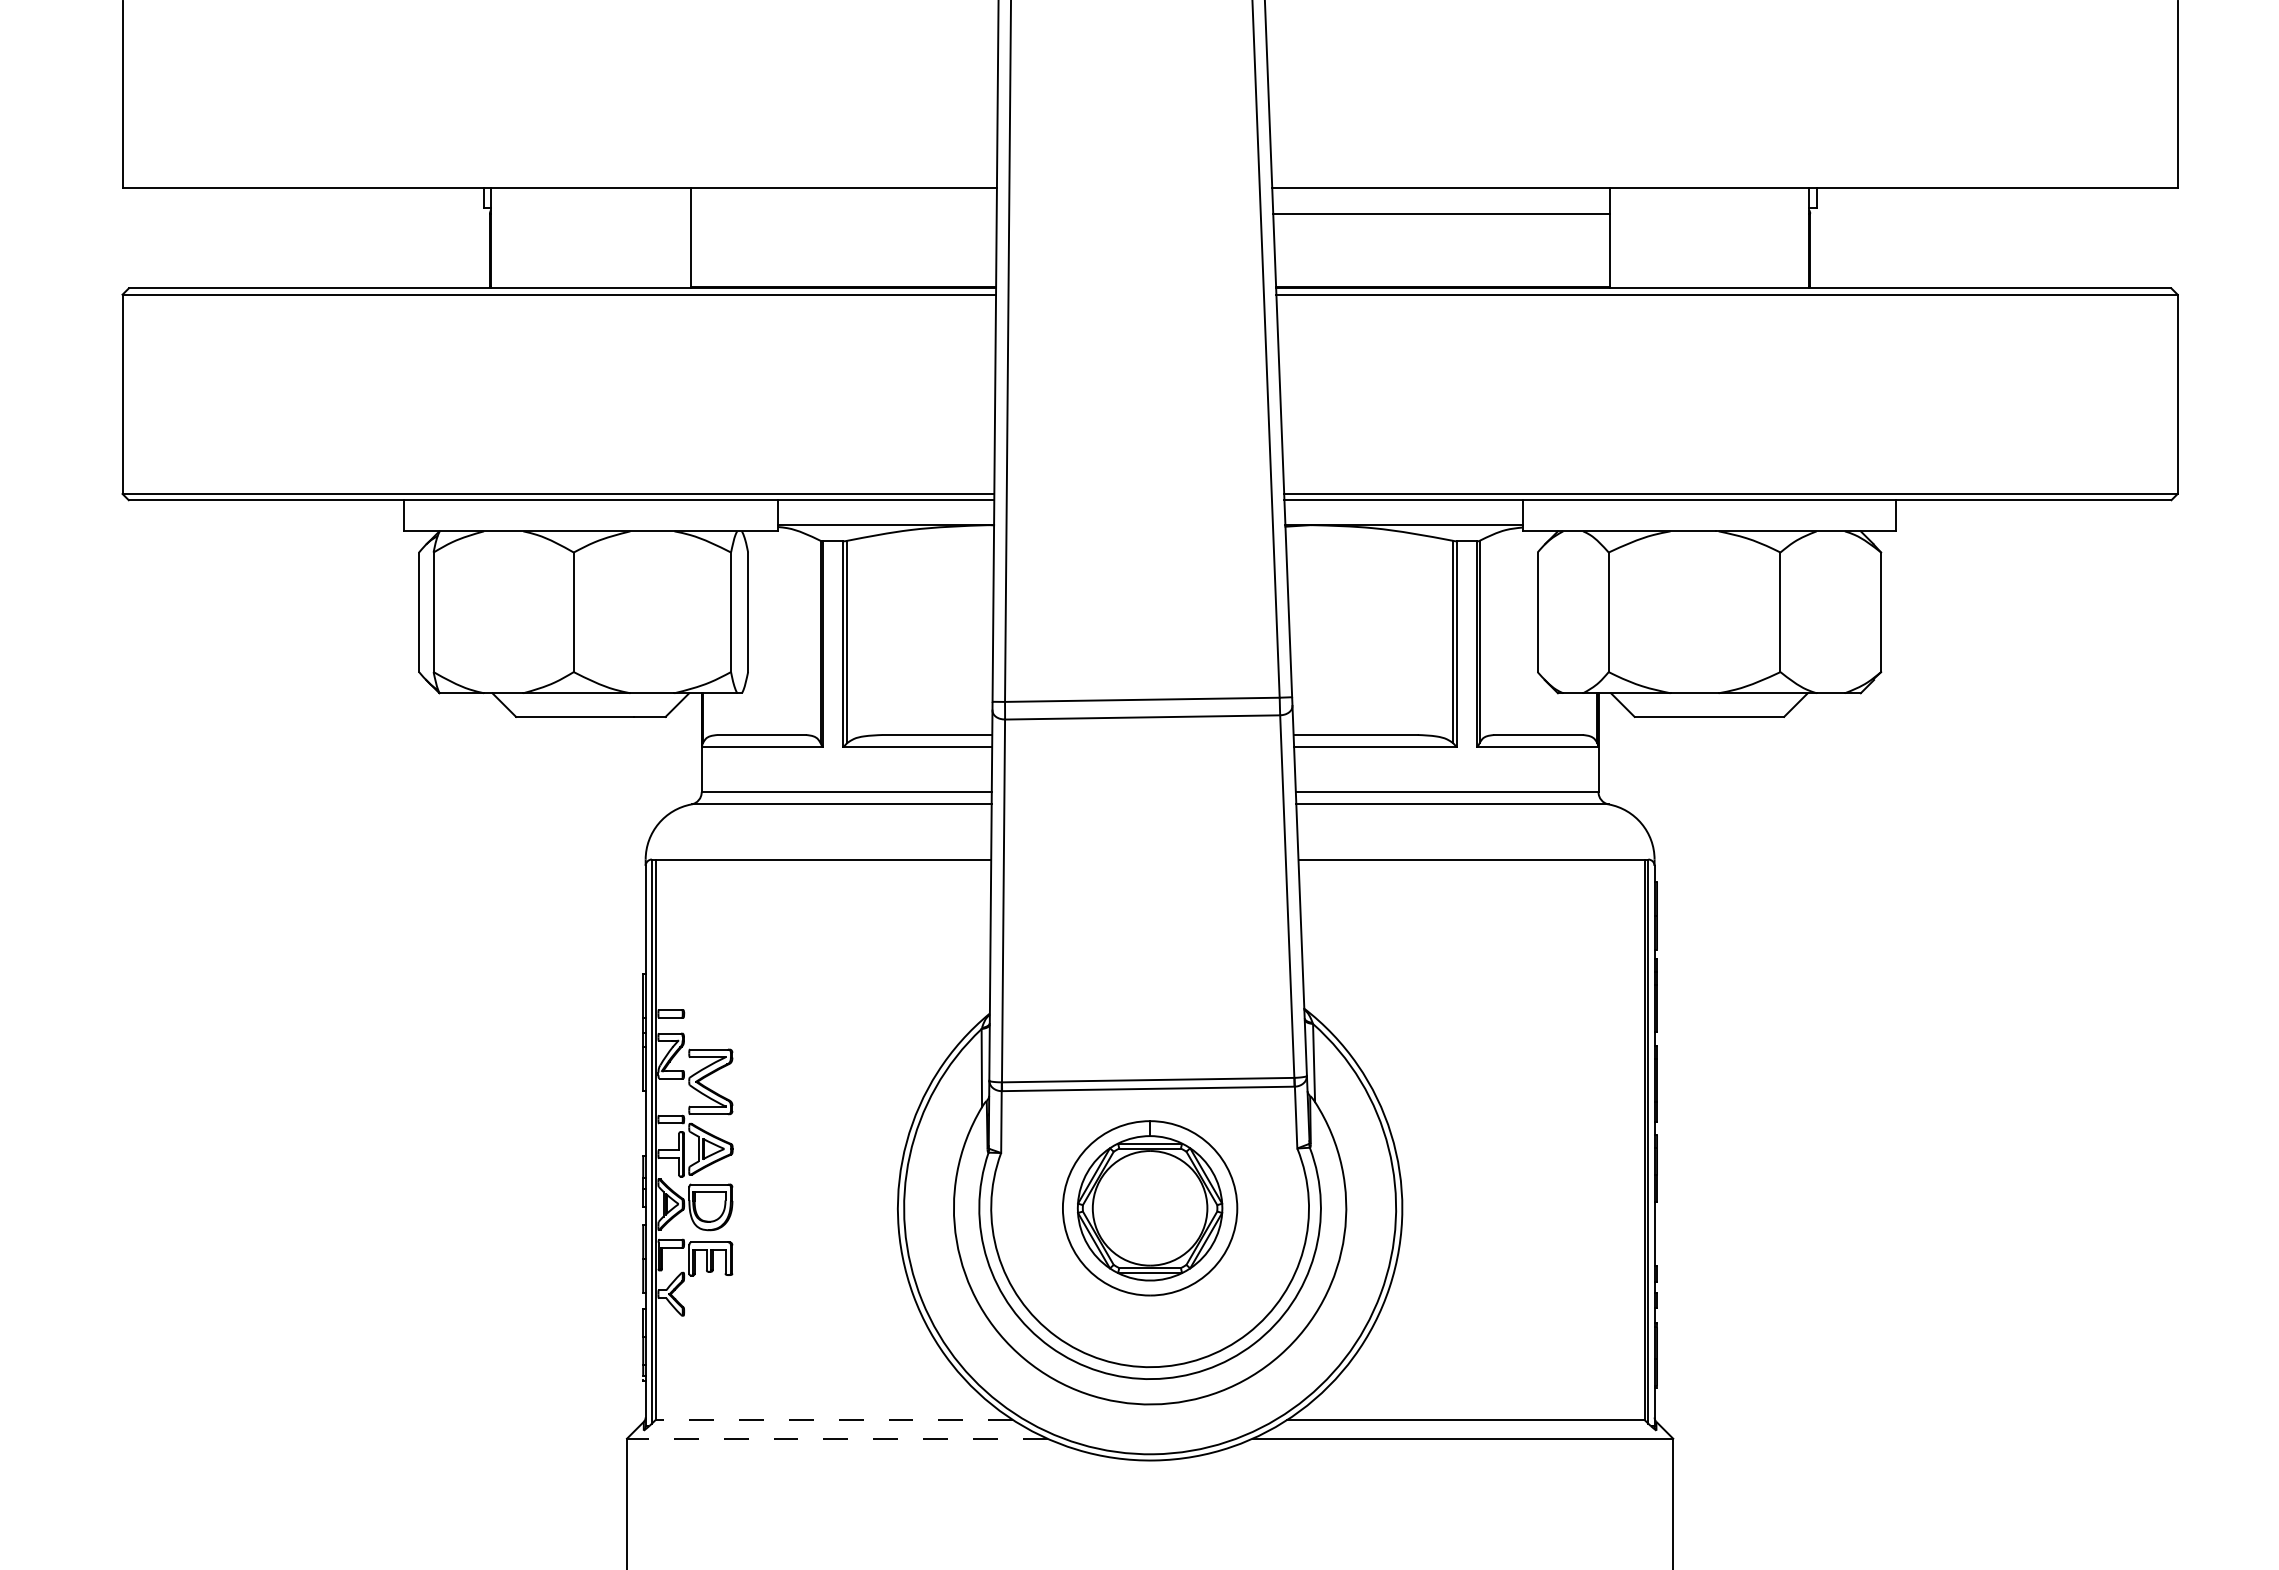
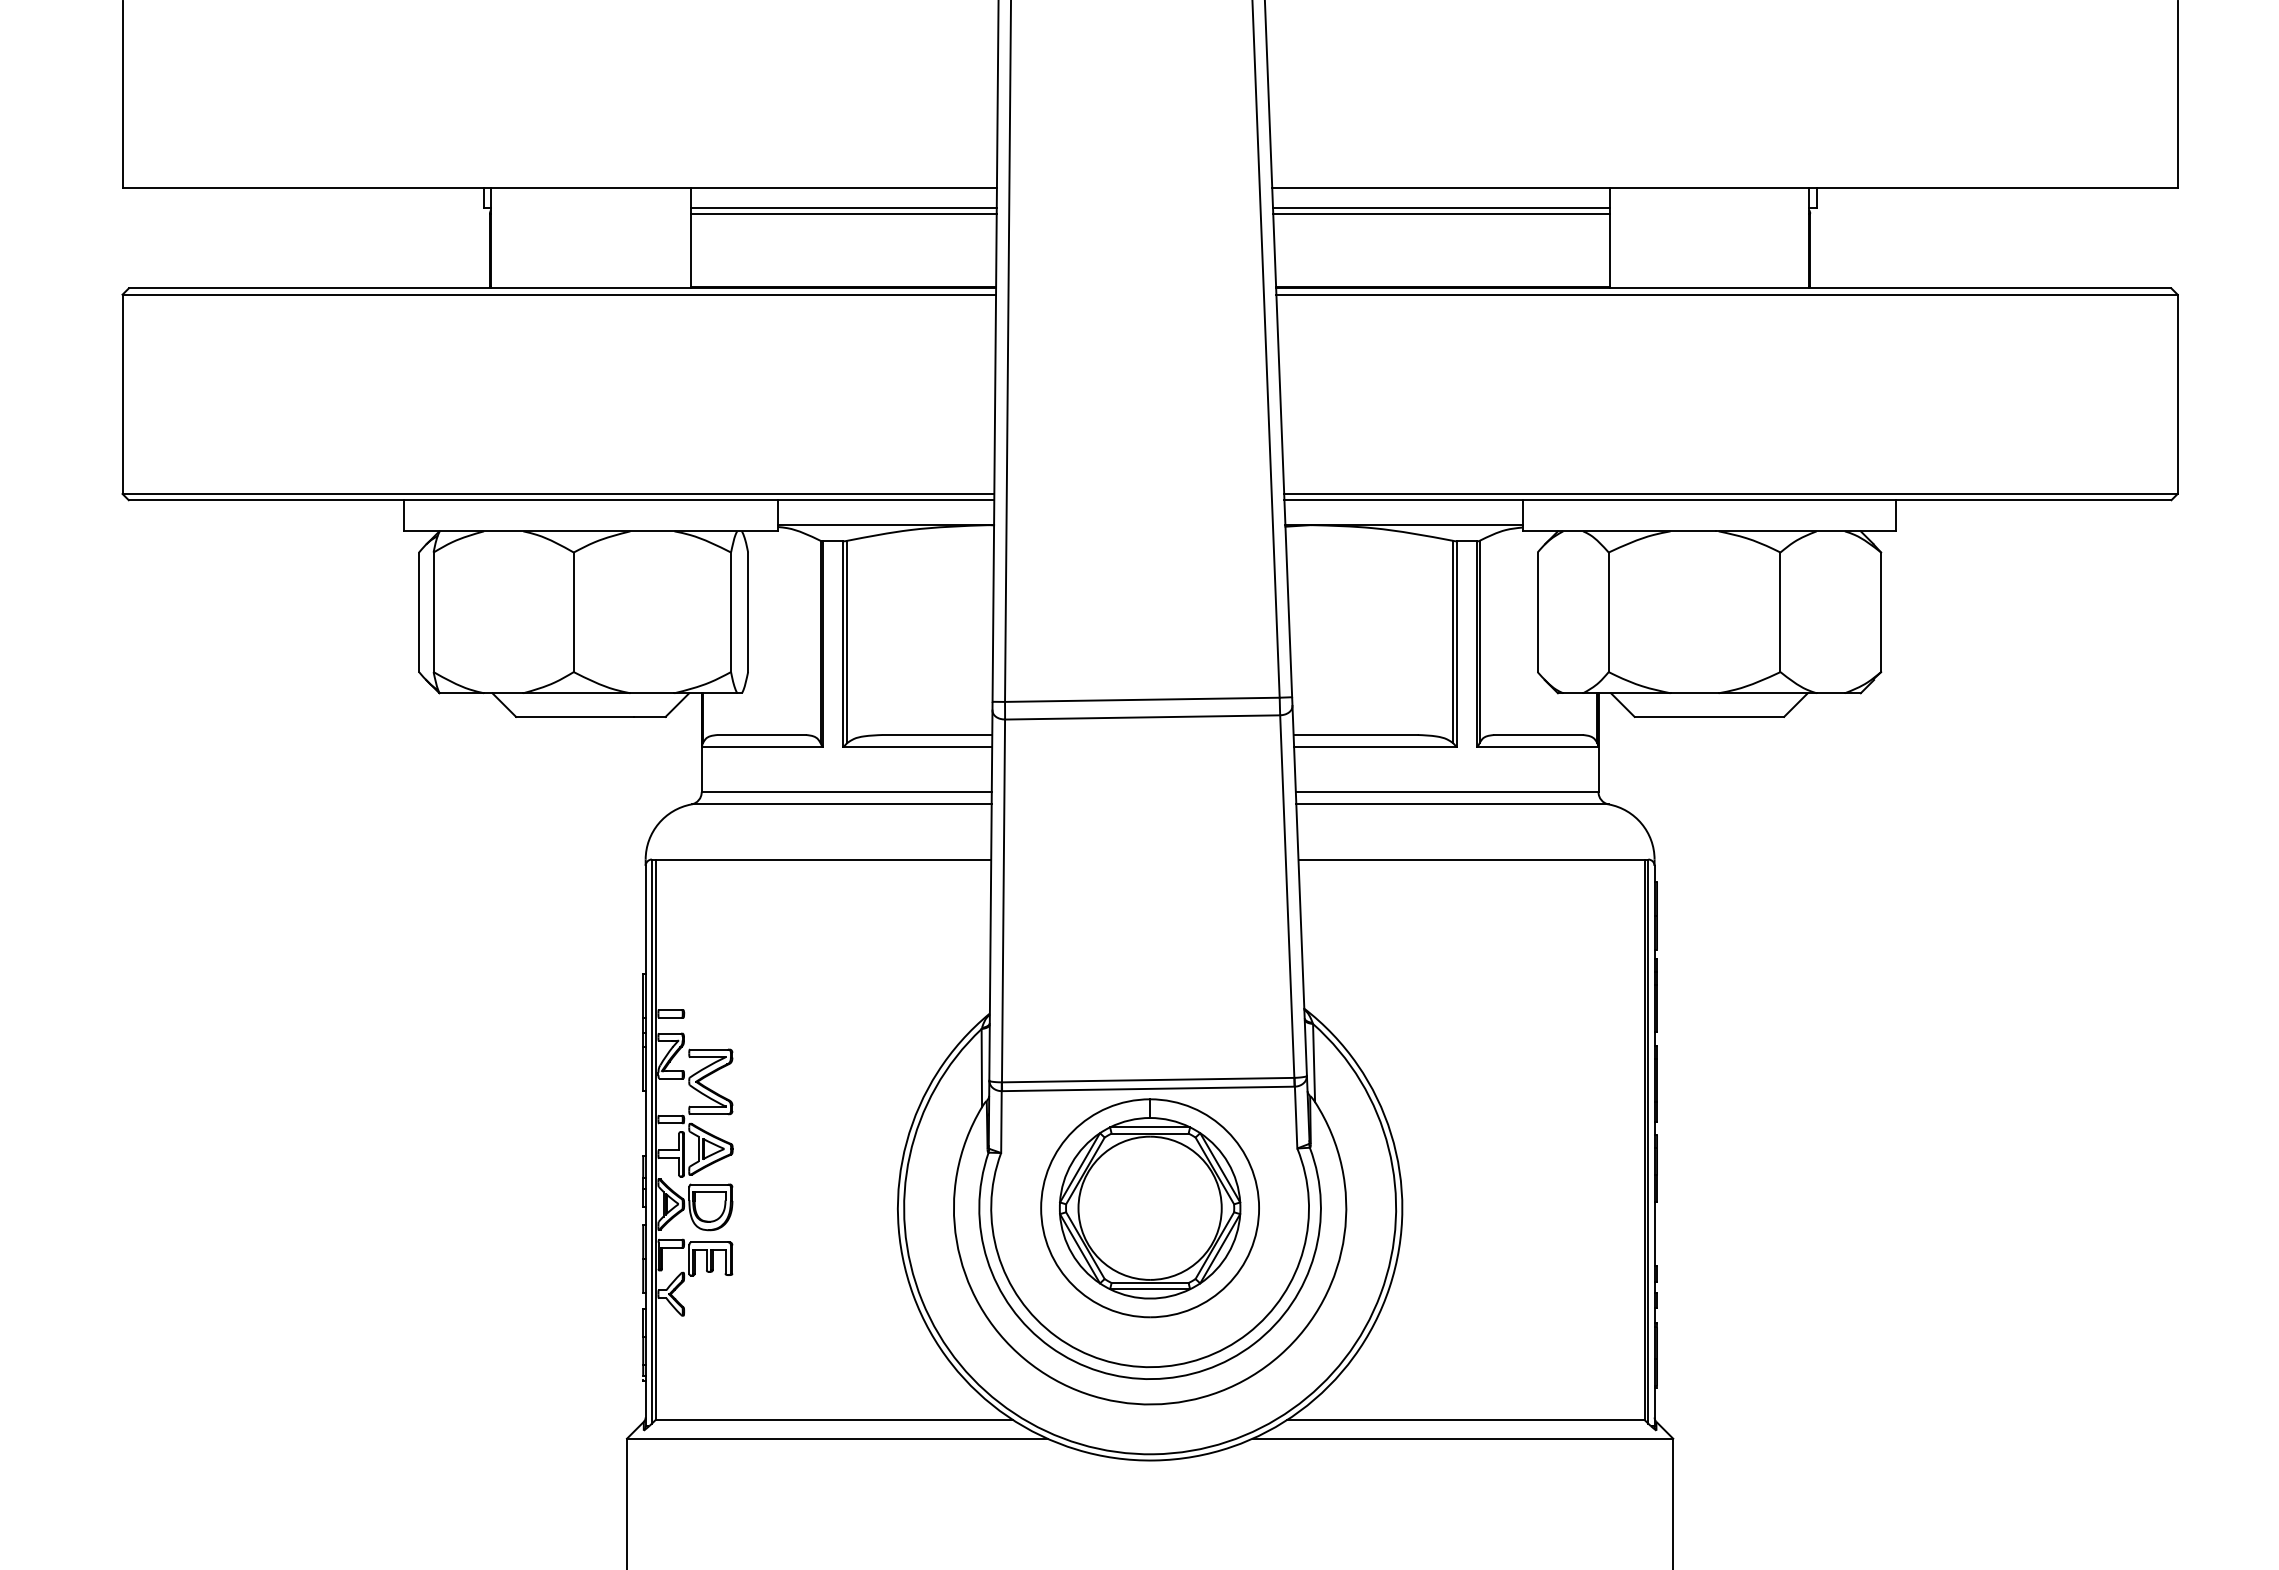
line at (843, 207): none -> present
line at (1440, 207): none -> present
line at (843, 213): none -> present
part at (1150, 1208) size: 177x177 px -> 220x221 px
line at (834, 1420): dashed -> solid
line at (836, 1438): dashed -> solid
